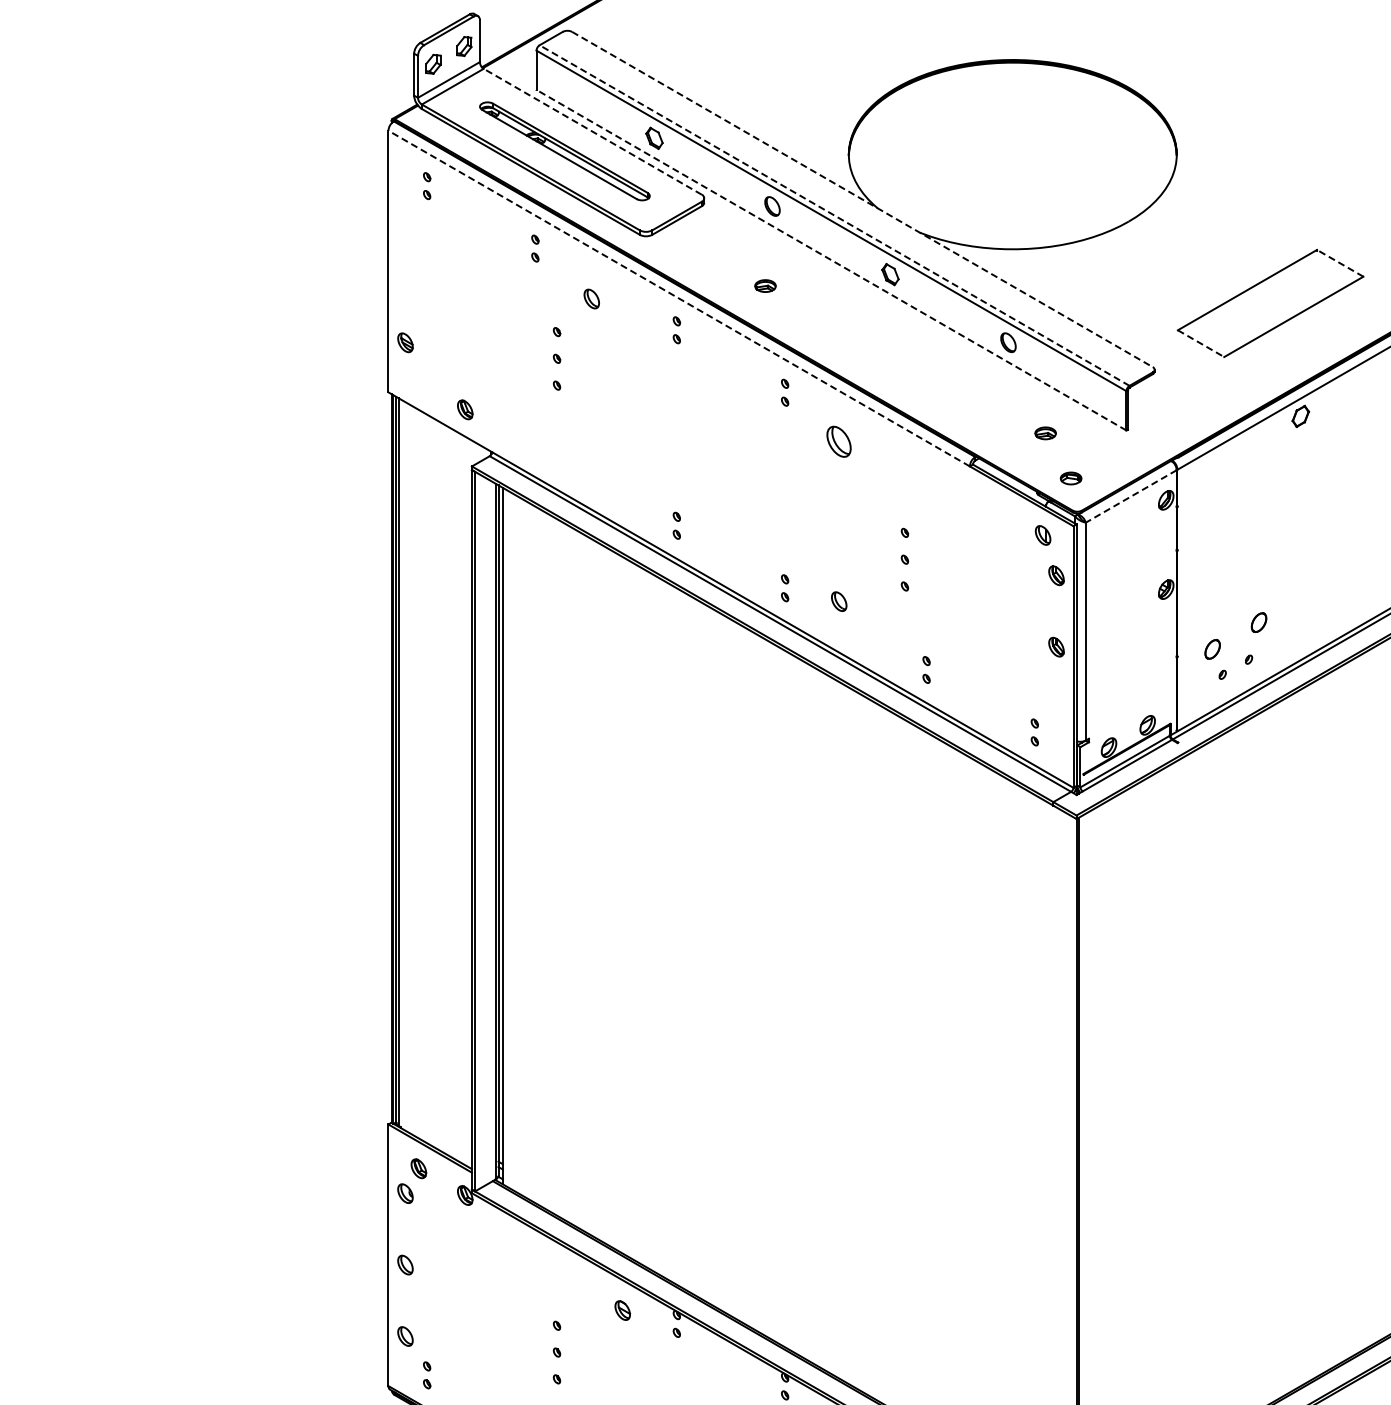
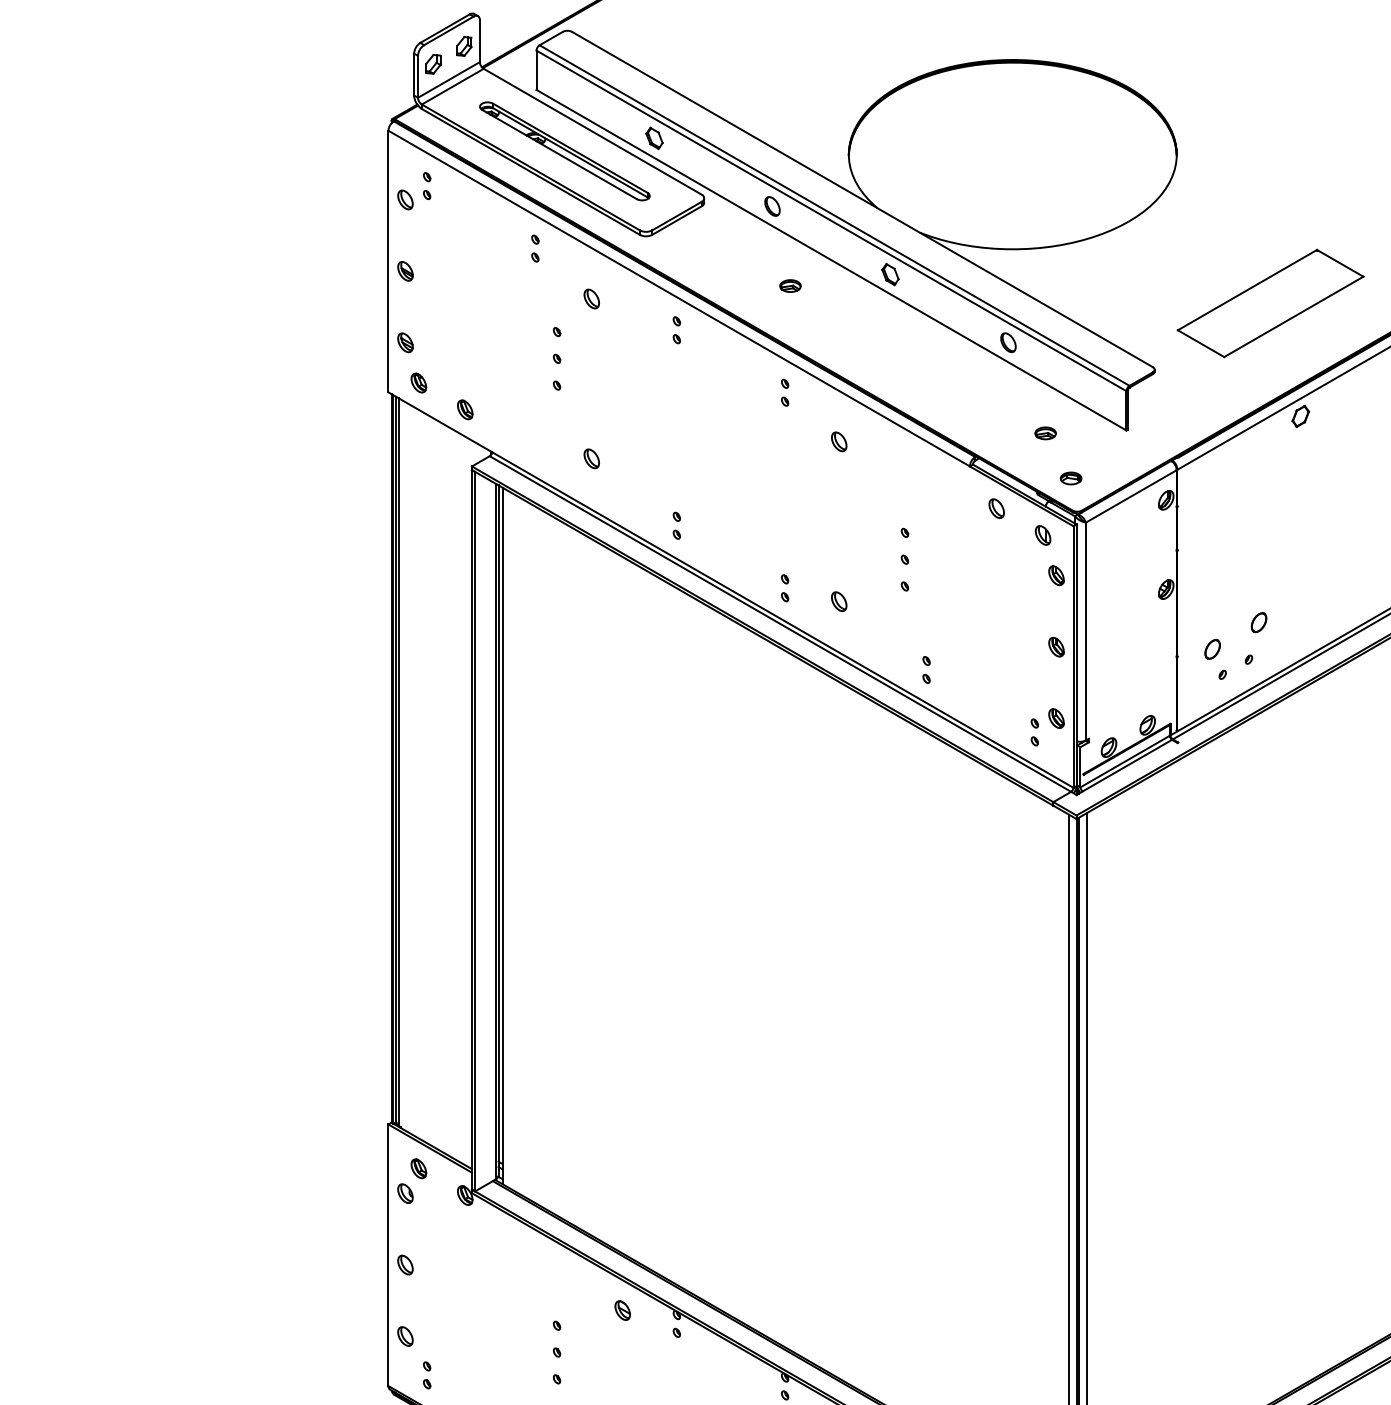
line at (592, 131): dashed -> solid
part at (405, 199): none -> present
line at (862, 199): dashed -> solid
line at (834, 215): dashed -> solid
line at (831, 260): dashed -> solid
line at (1340, 263): dashed -> solid
part at (405, 271): none -> present
part at (765, 285) position: (765, 285) -> (790, 285)
line at (679, 298): dashed -> solid
line at (1201, 343): dashed -> solid
part at (418, 382): none -> present
part at (838, 441) size: 26x33 px -> 17x22 px
part at (591, 458): none -> present
line at (1130, 496): dashed -> solid
part at (996, 508): none -> present
part at (1056, 718): none -> present
line at (1068, 1107): none -> present
line at (1086, 1107): none -> present
